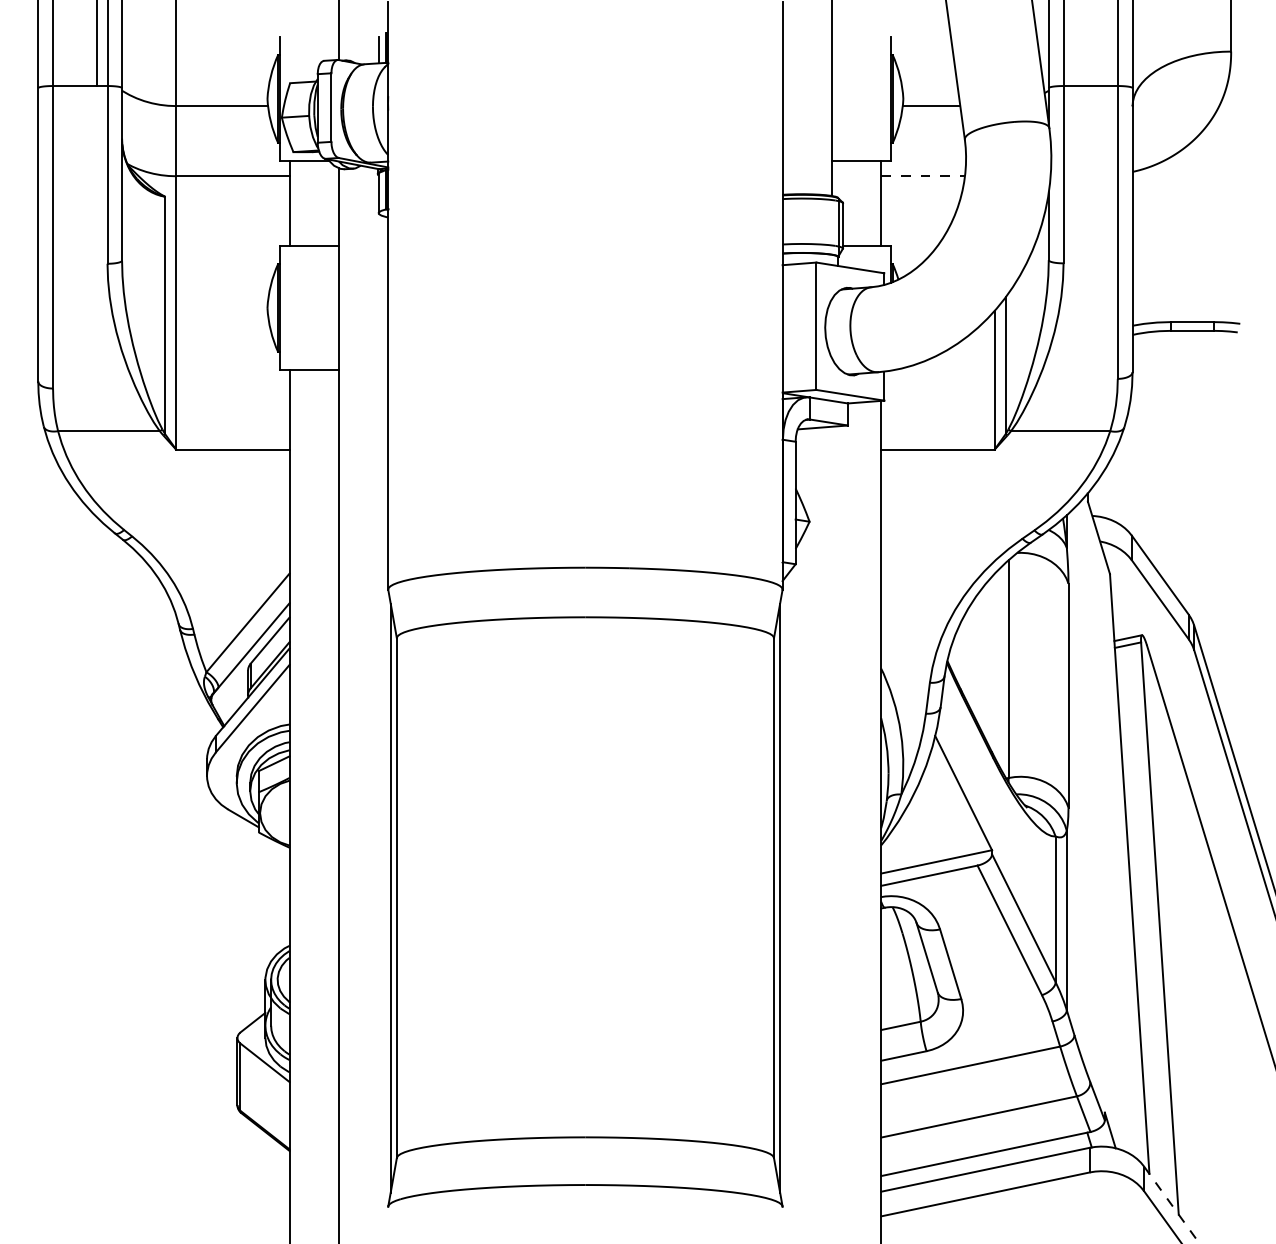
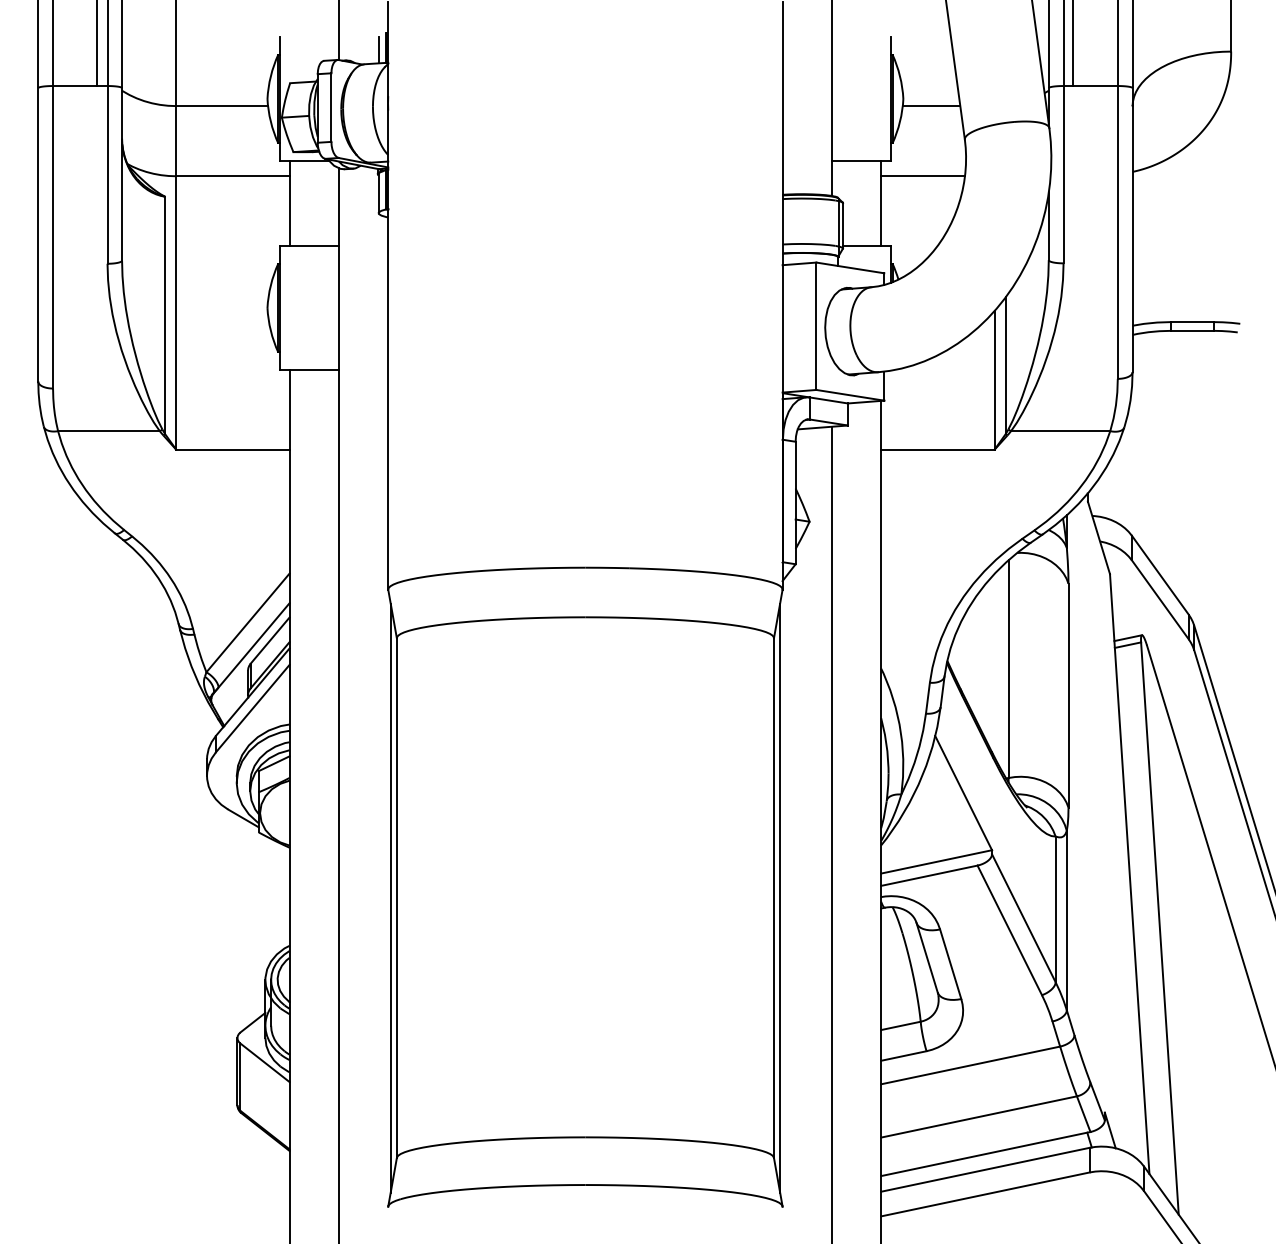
line at (1073, 44): none -> present
line at (923, 176): dashed -> solid
line at (831, 833): none -> present
line at (1171, 1205): dashed -> solid
